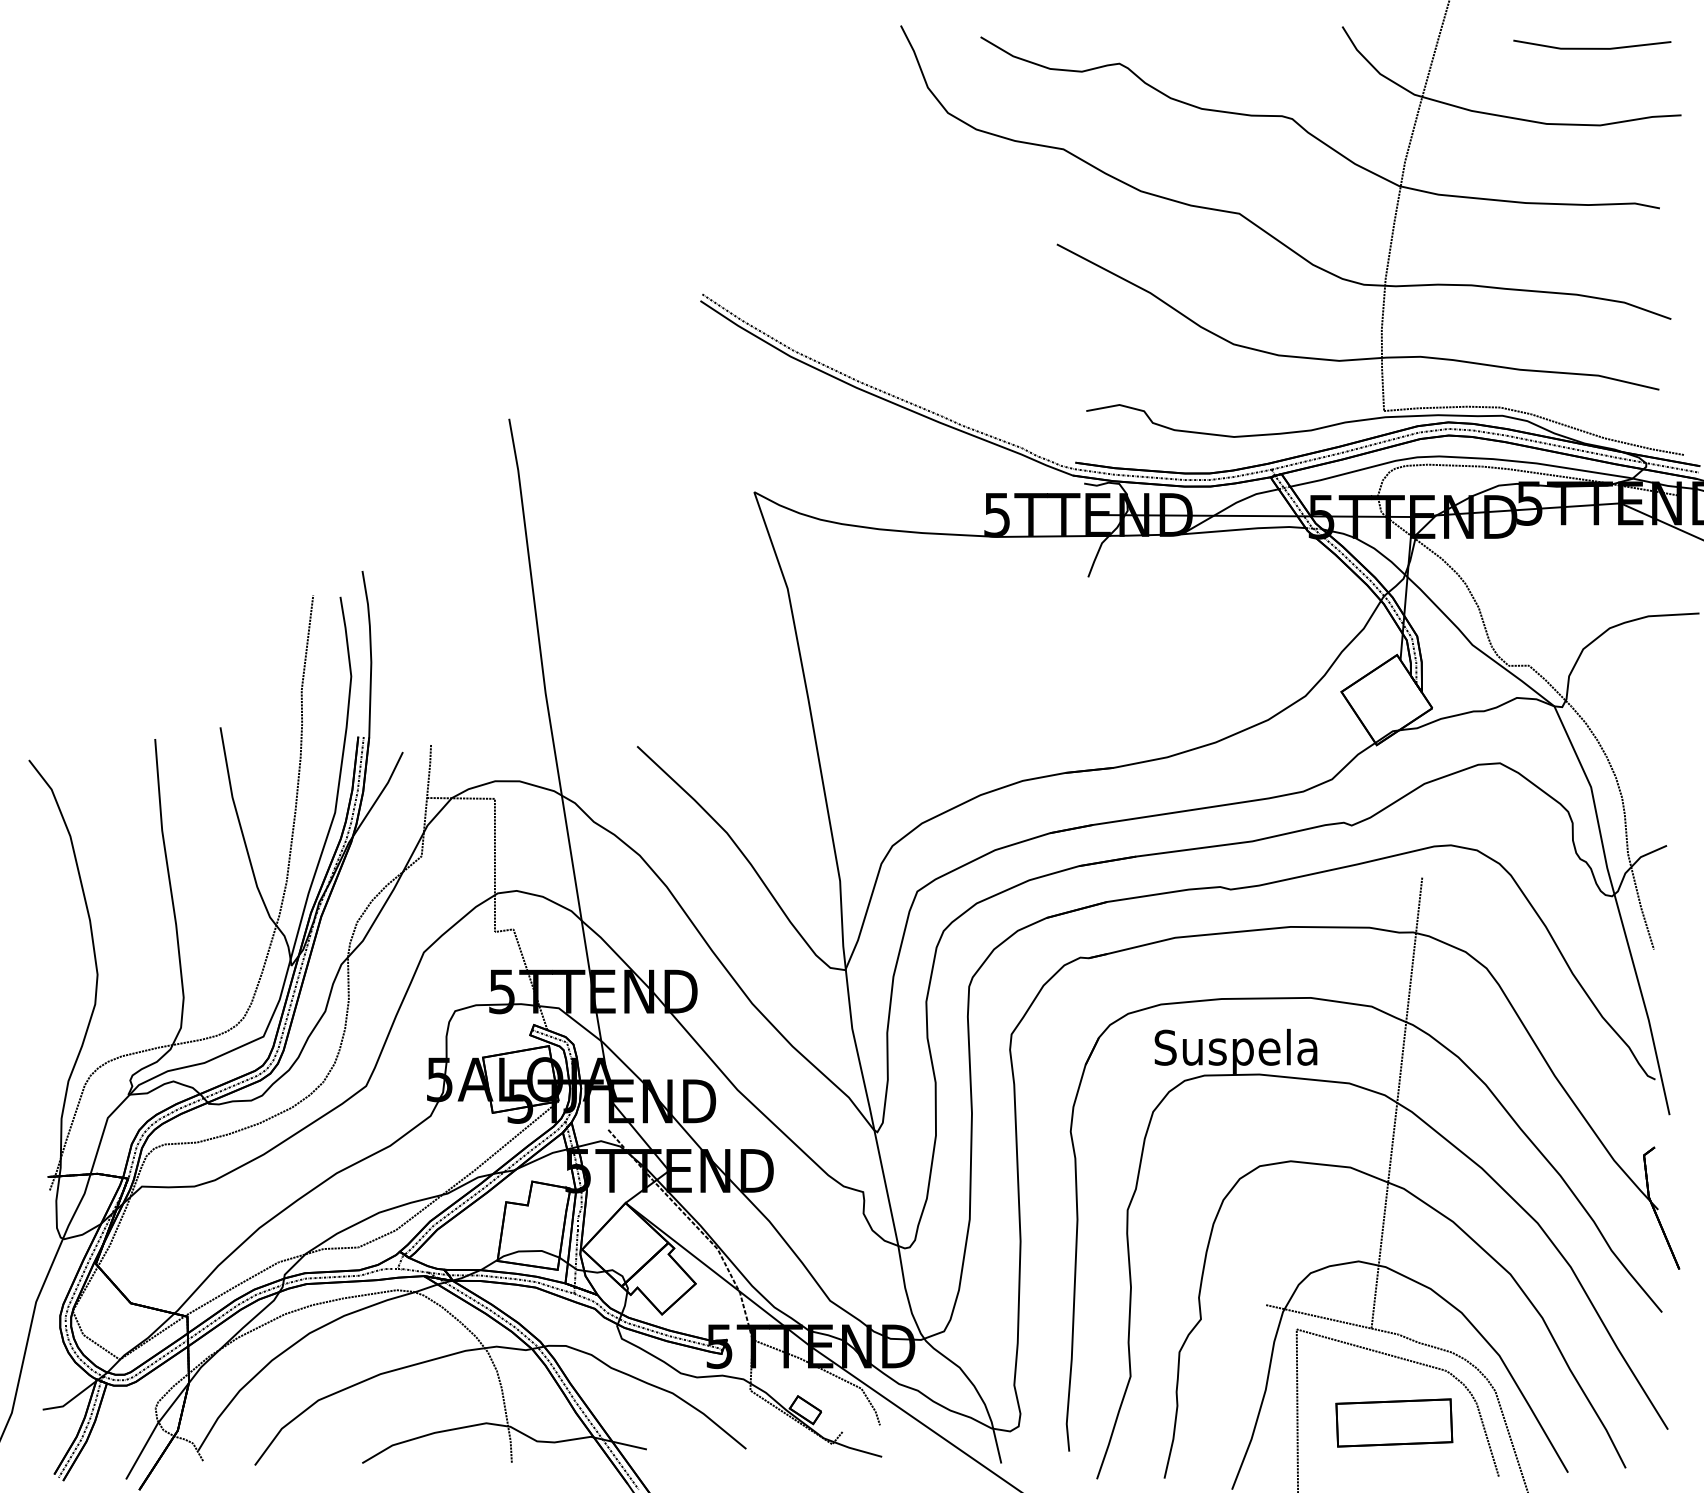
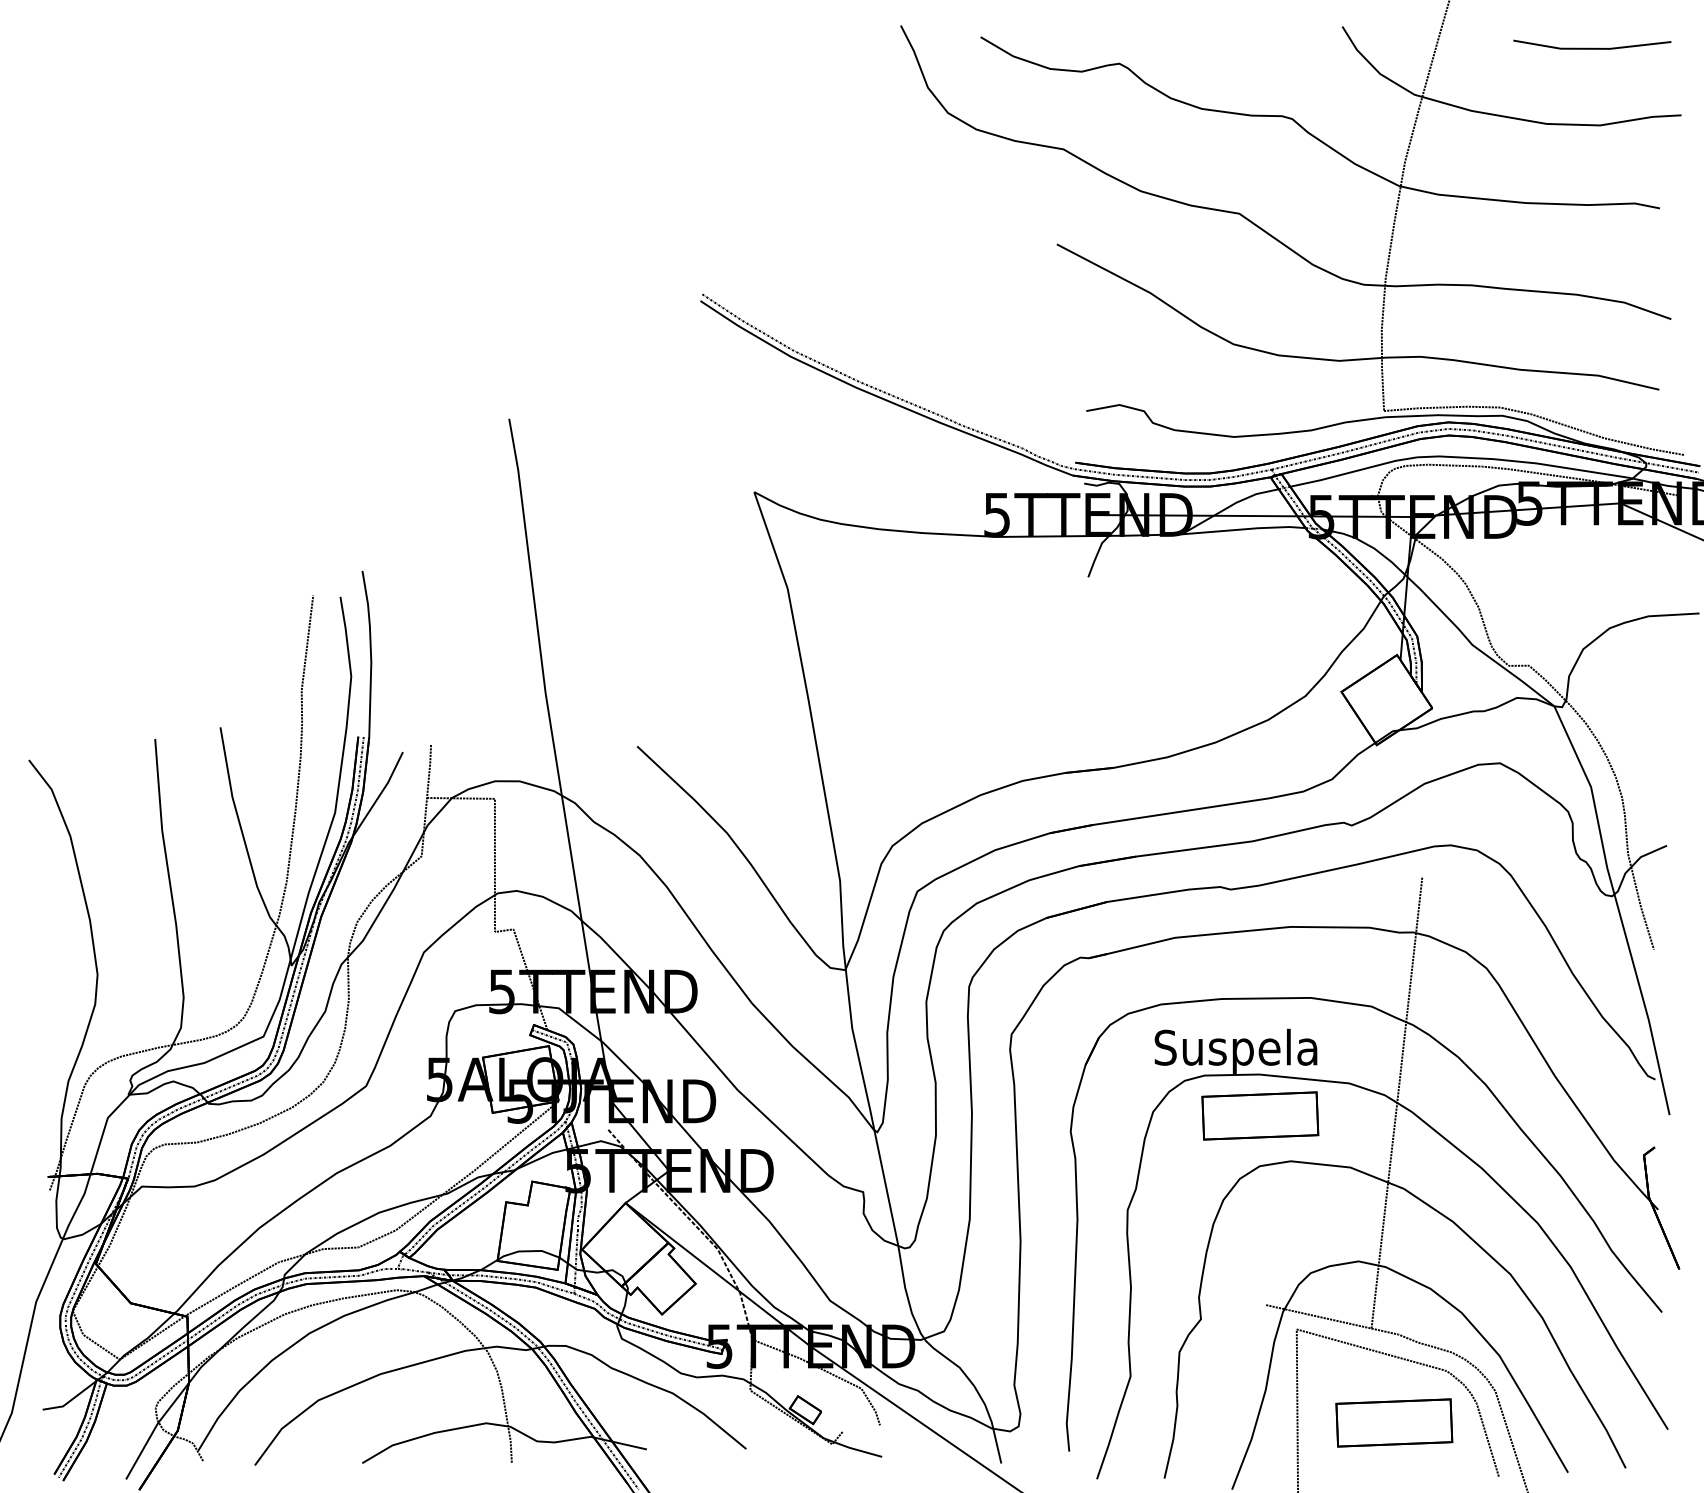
part at (1260, 1115): none -> present
